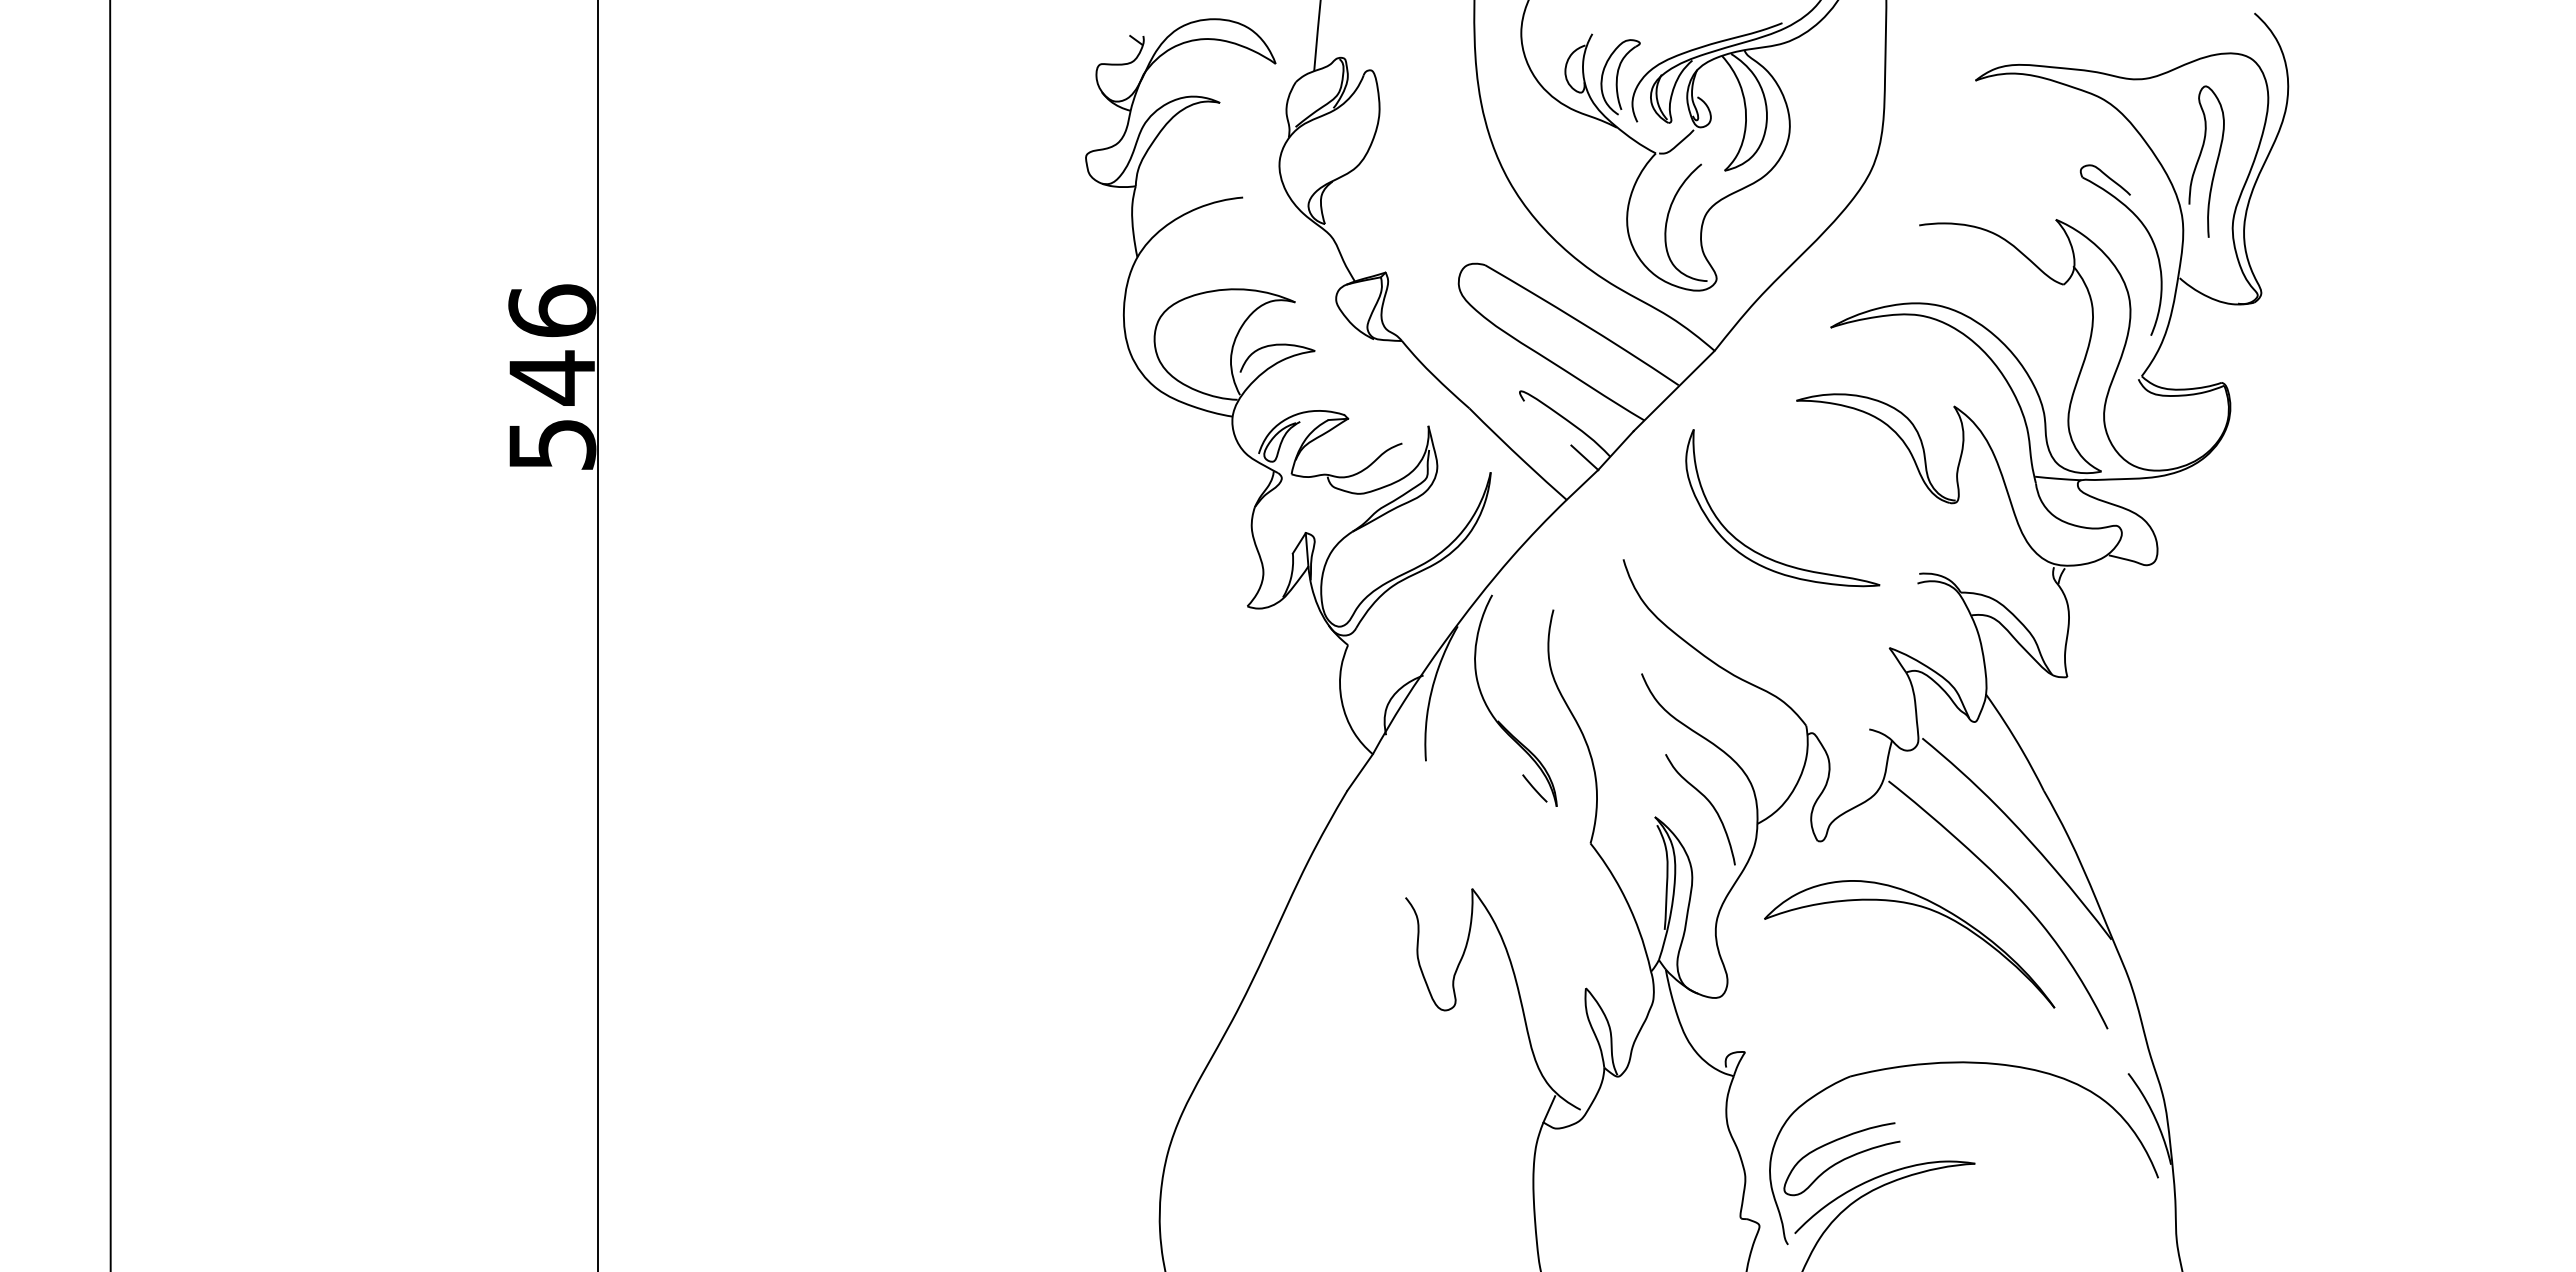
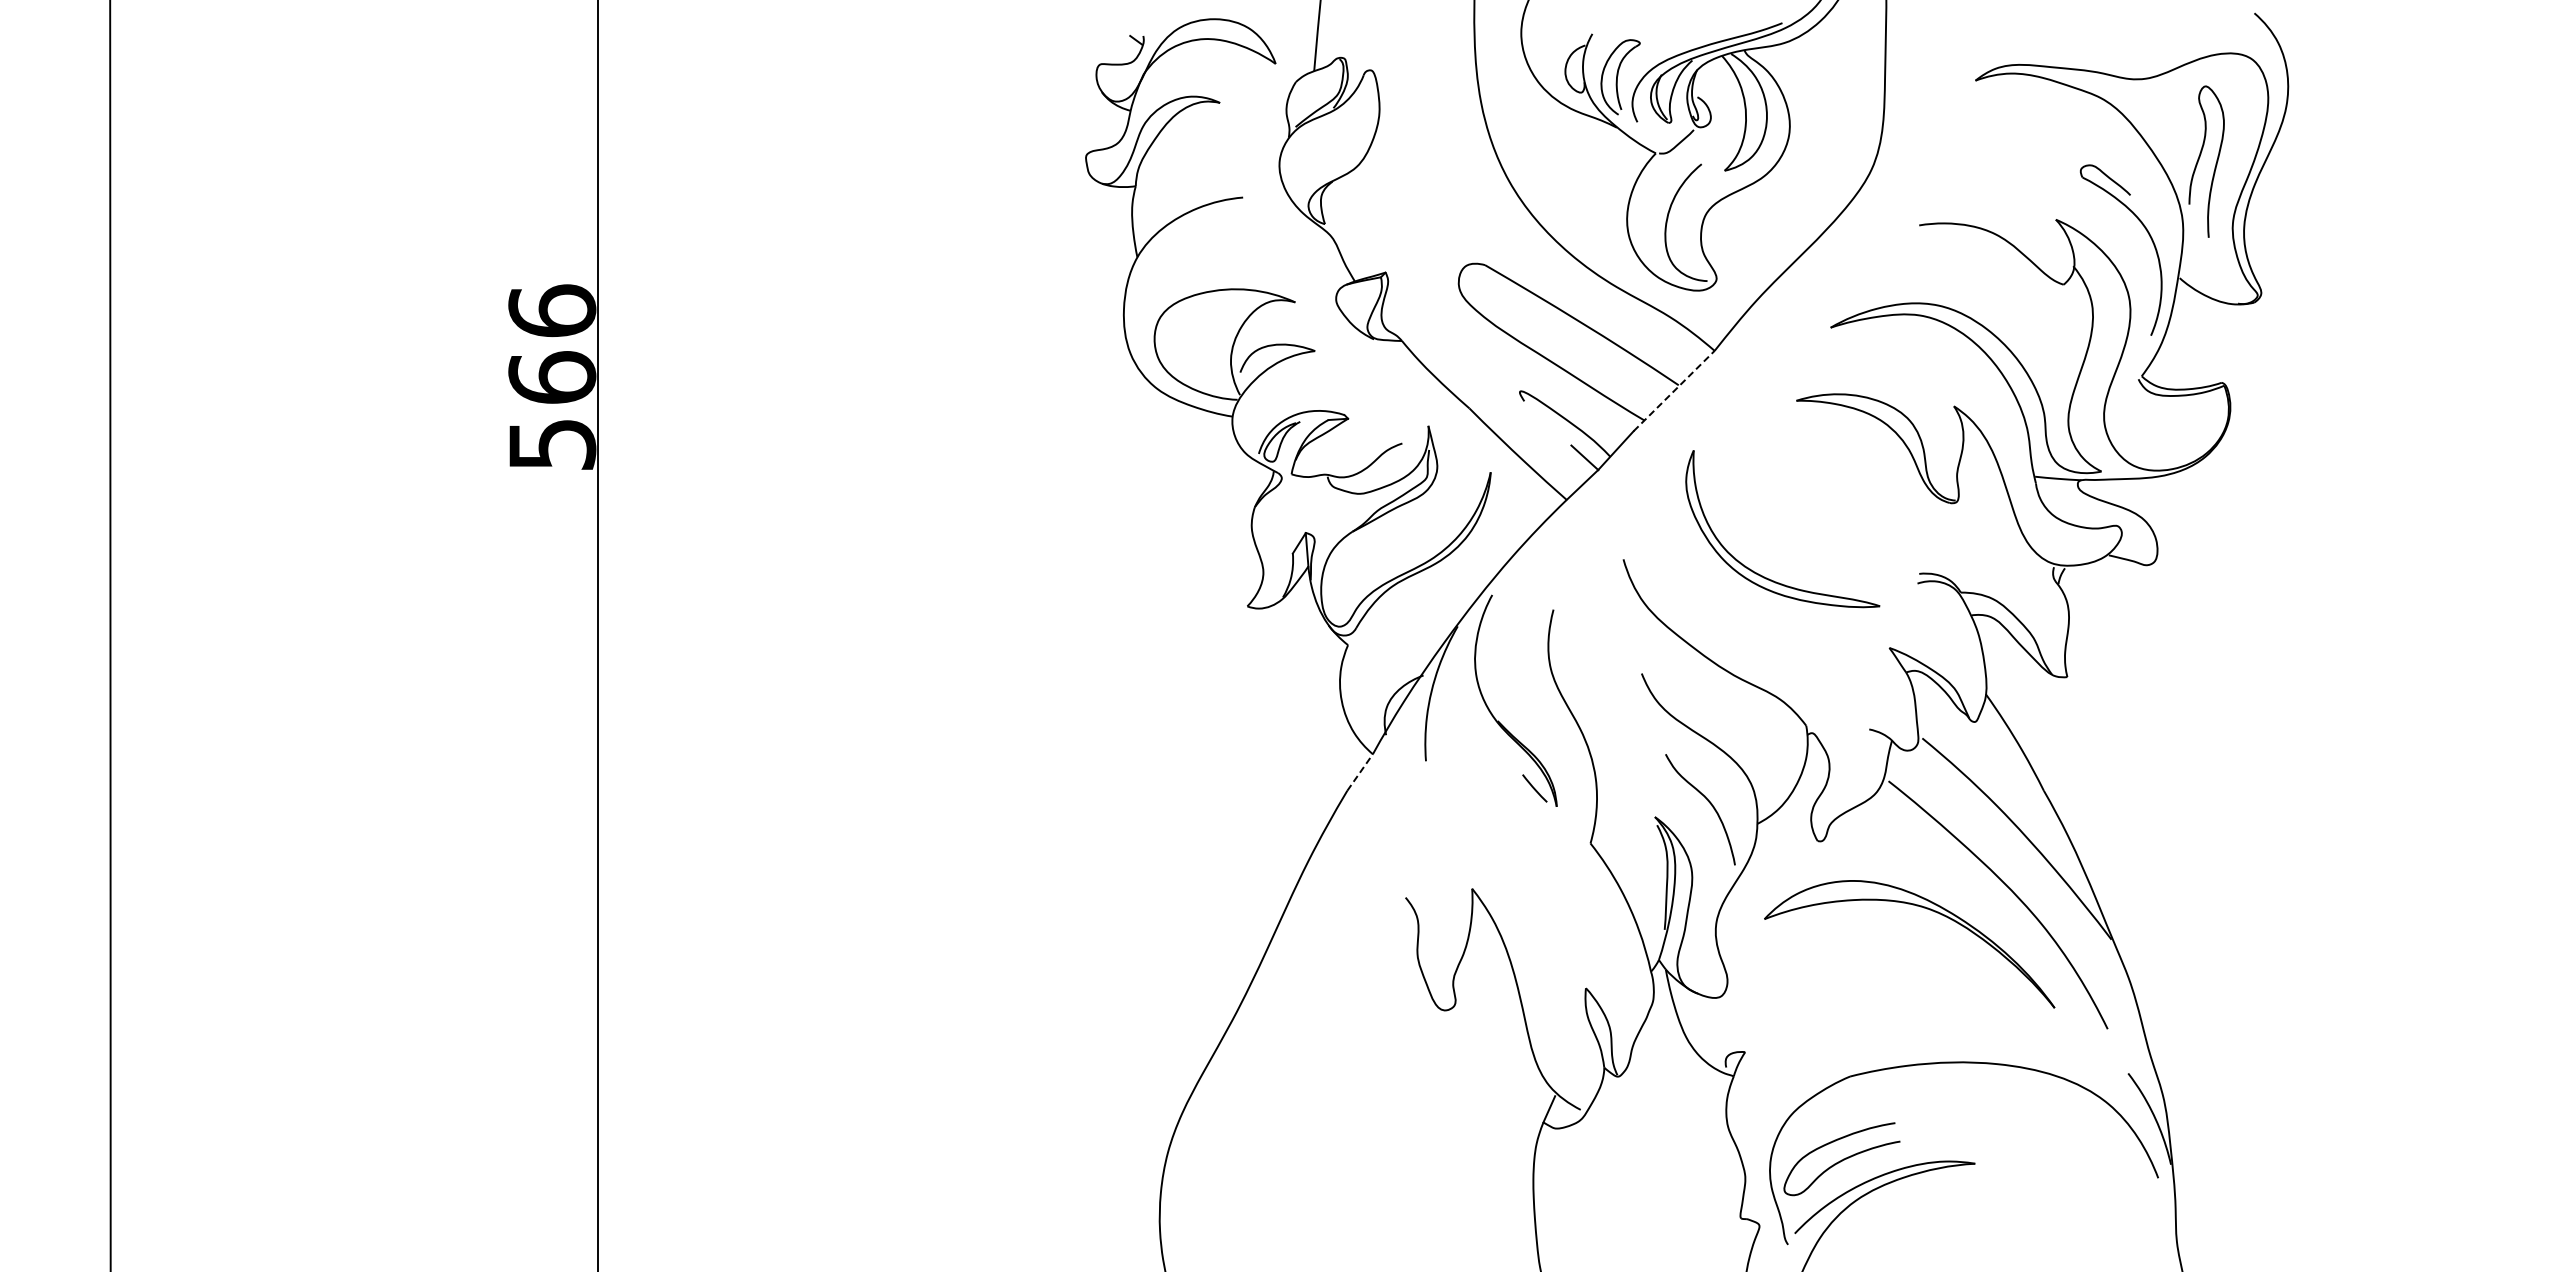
text at (552, 377): 546 -> 566
line at (1674, 390): solid -> dashed
part at (1760, 553) position: (1760, 553) -> (1760, 574)
line at (1360, 772): solid -> dashed
